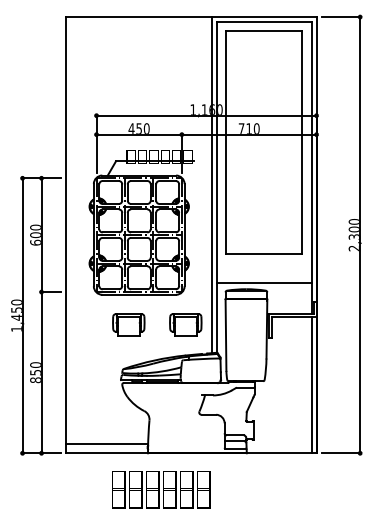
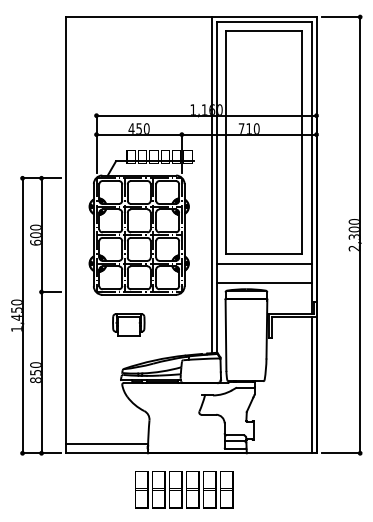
line at (263, 263): none -> present
part at (185, 324): present -> none
text at (161, 489) position: (161, 489) -> (184, 489)
